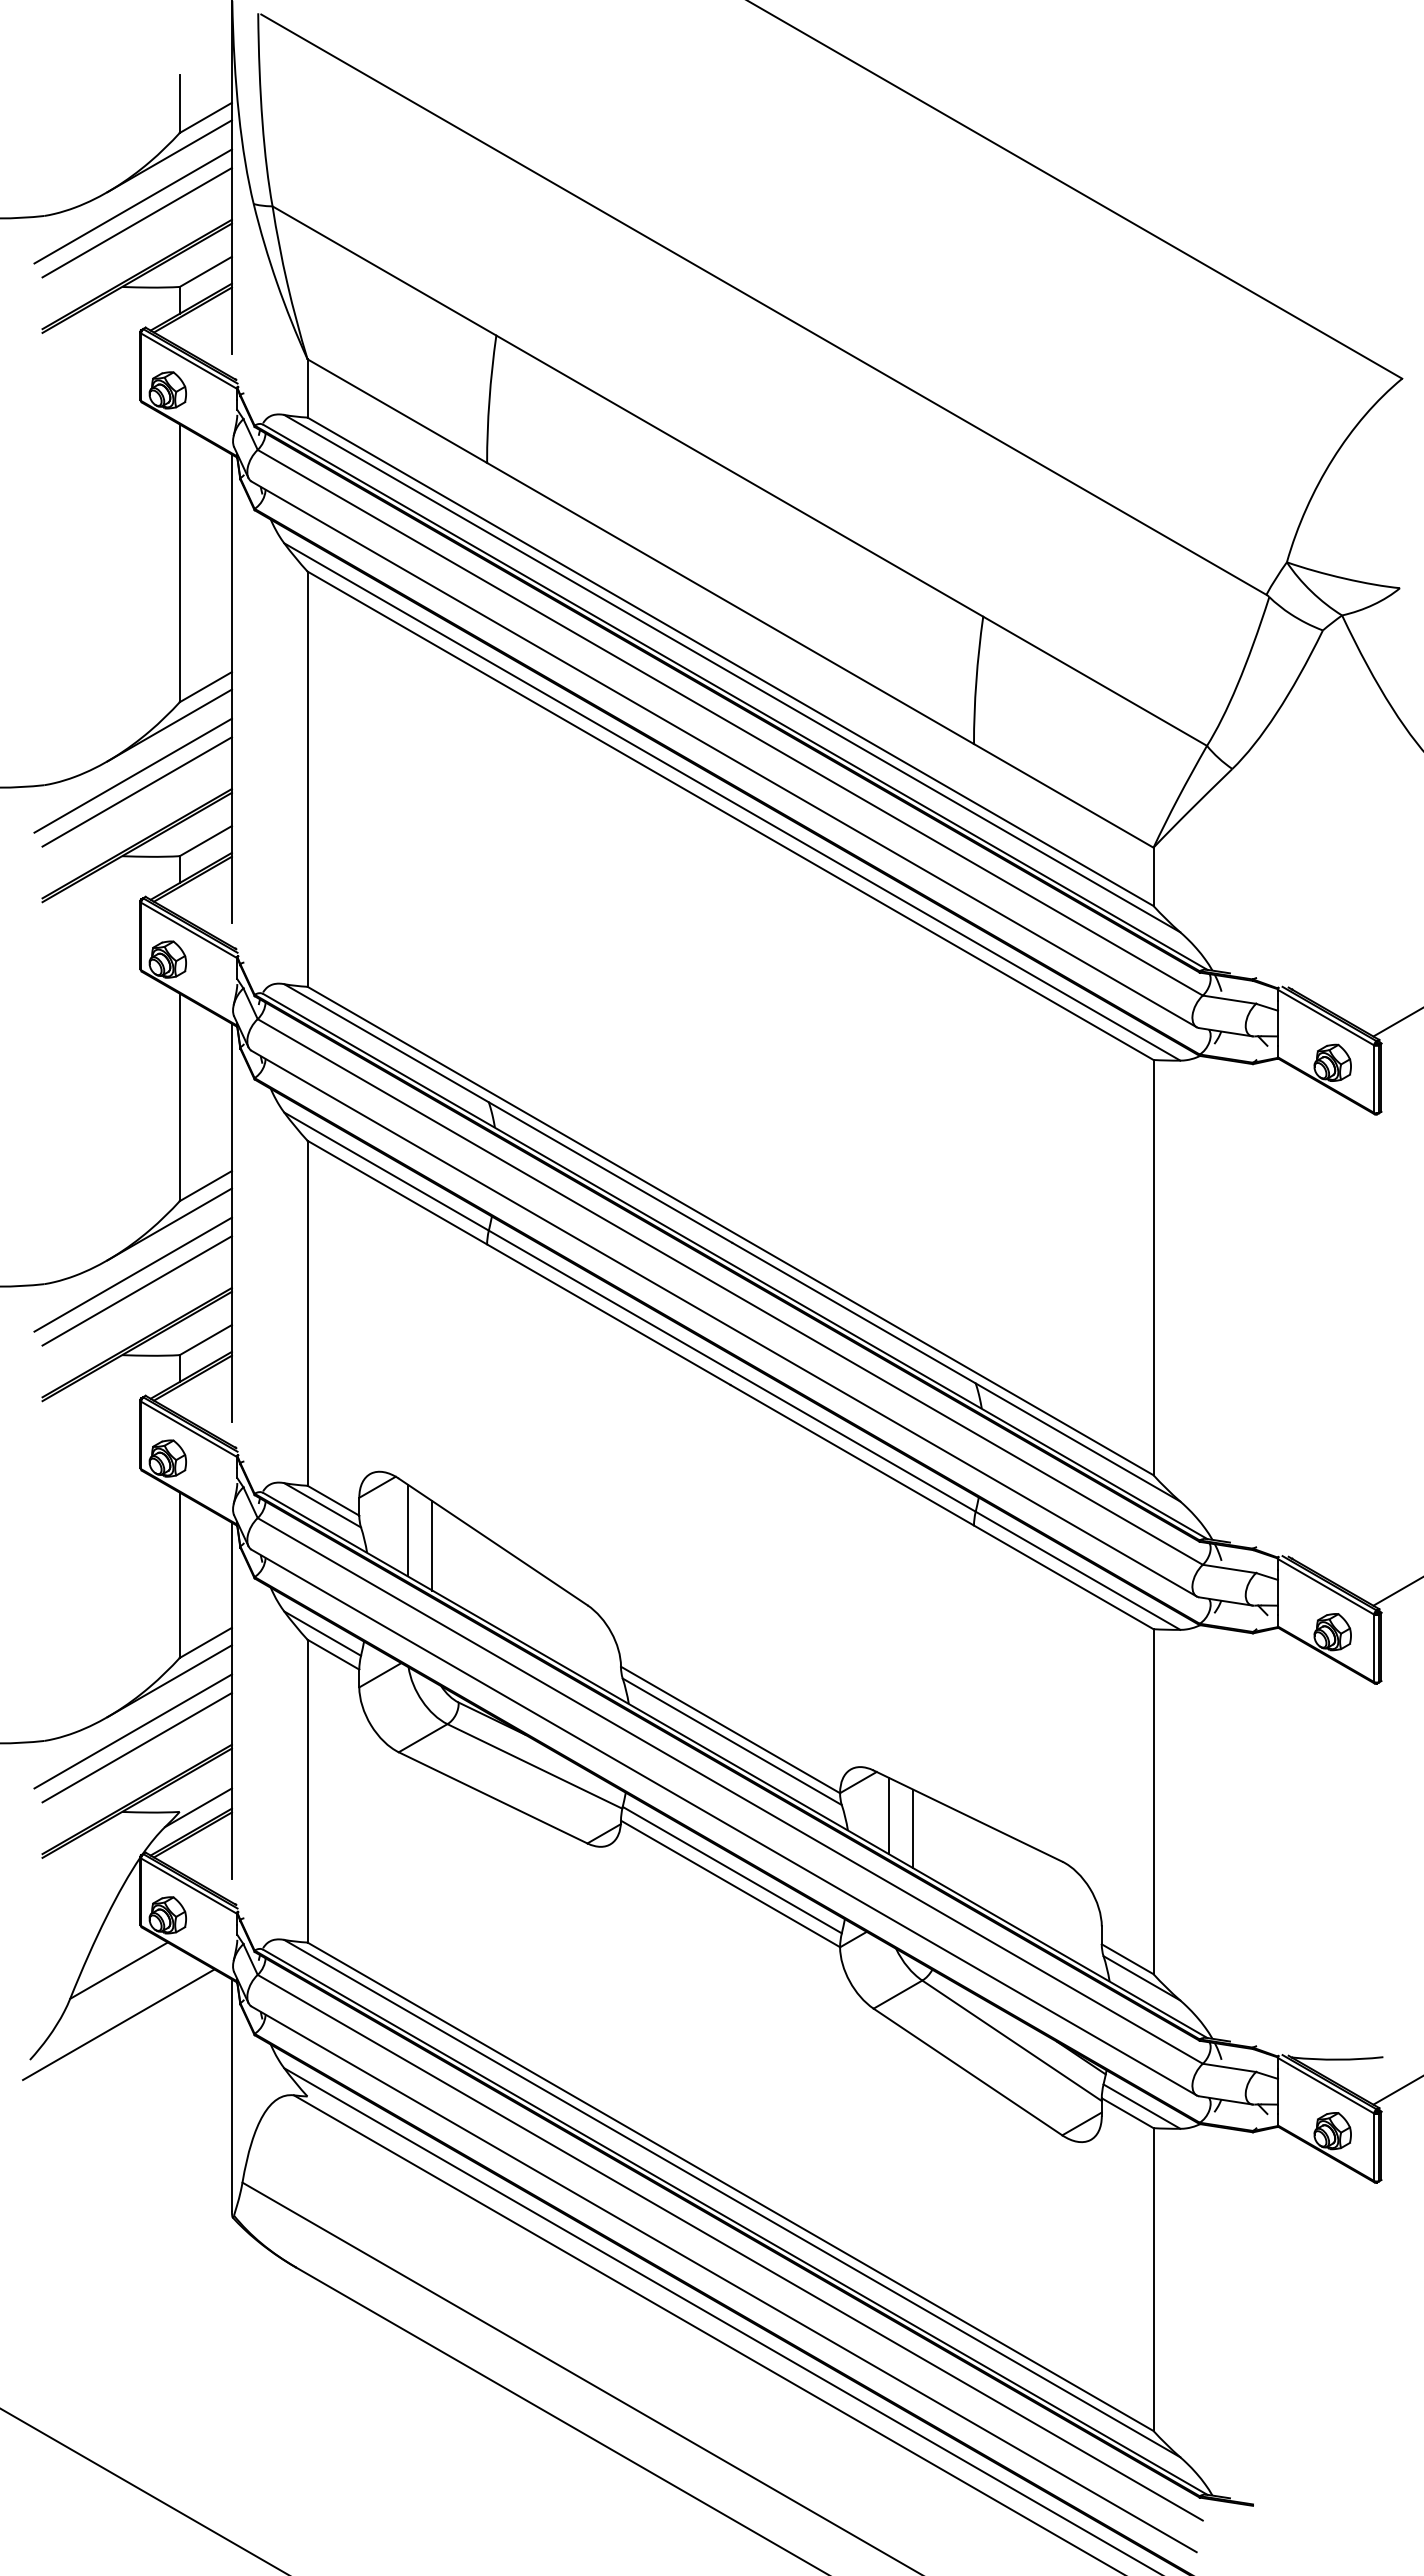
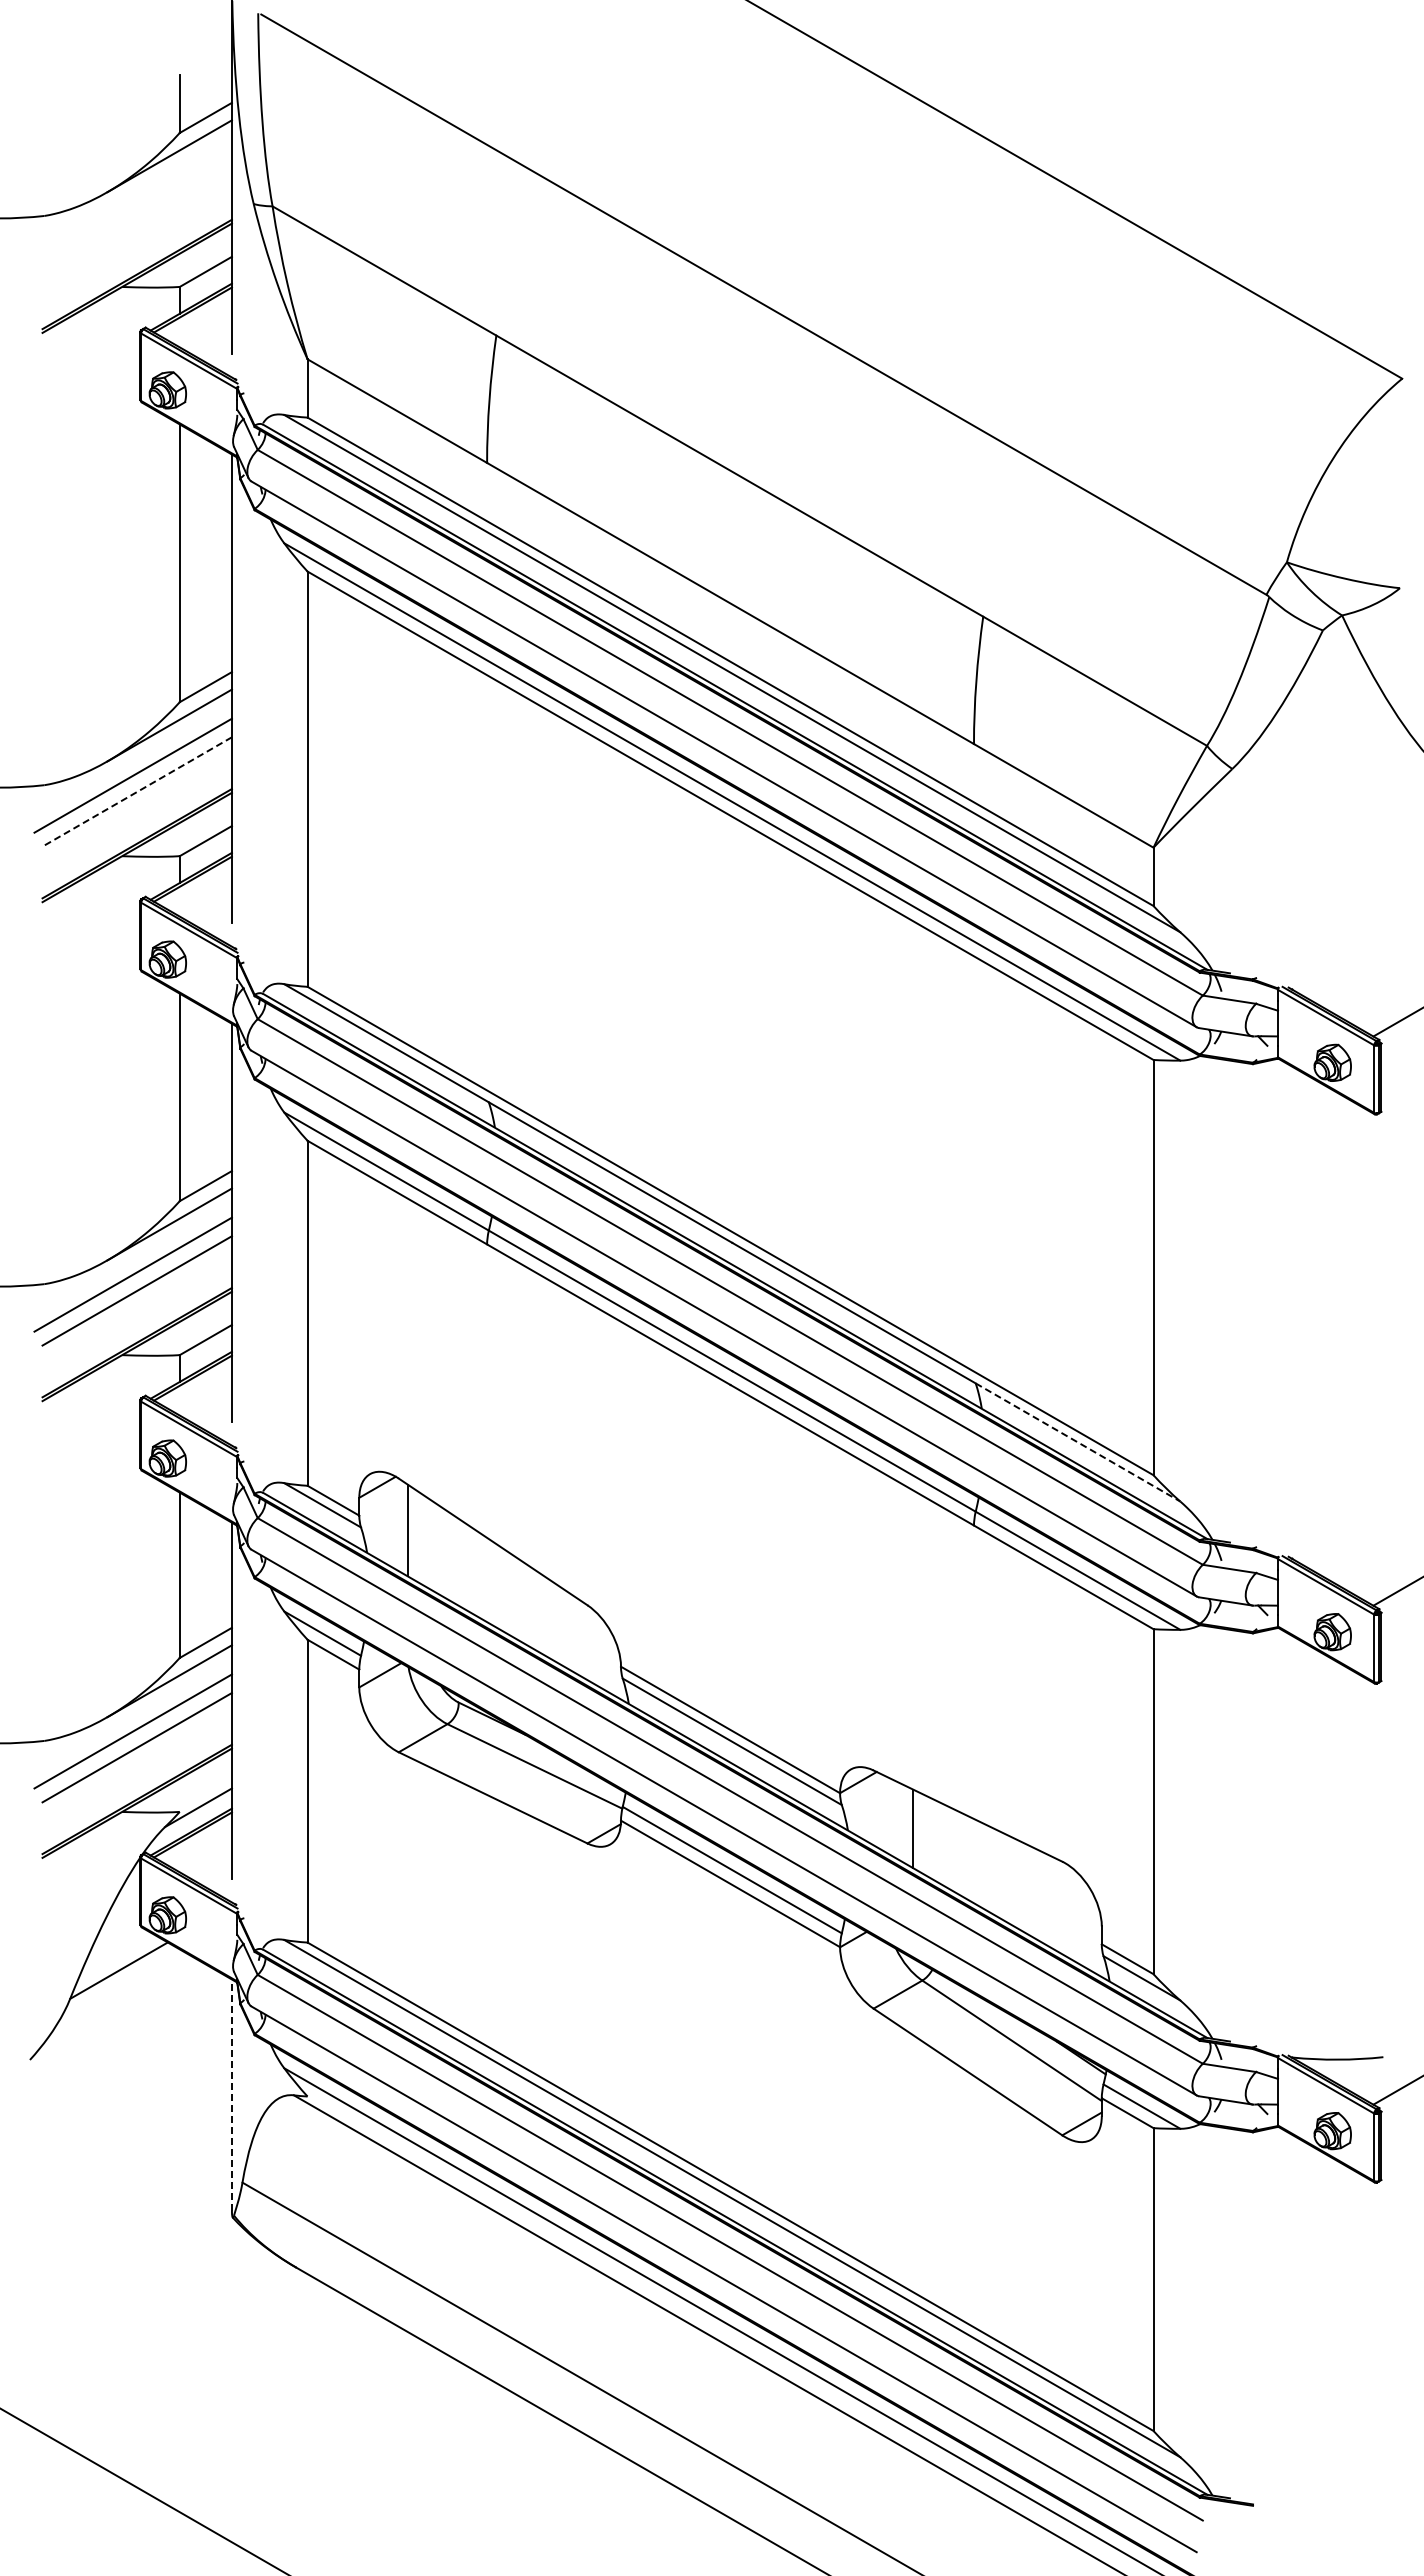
line at (132, 206): present -> none
line at (136, 222): present -> none
line at (136, 792): solid -> dashed
line at (1078, 1442): solid -> dashed
line at (432, 1545): present -> none
line at (888, 1815): present -> none
line at (118, 2024): present -> none
line at (231, 2095): solid -> dashed
